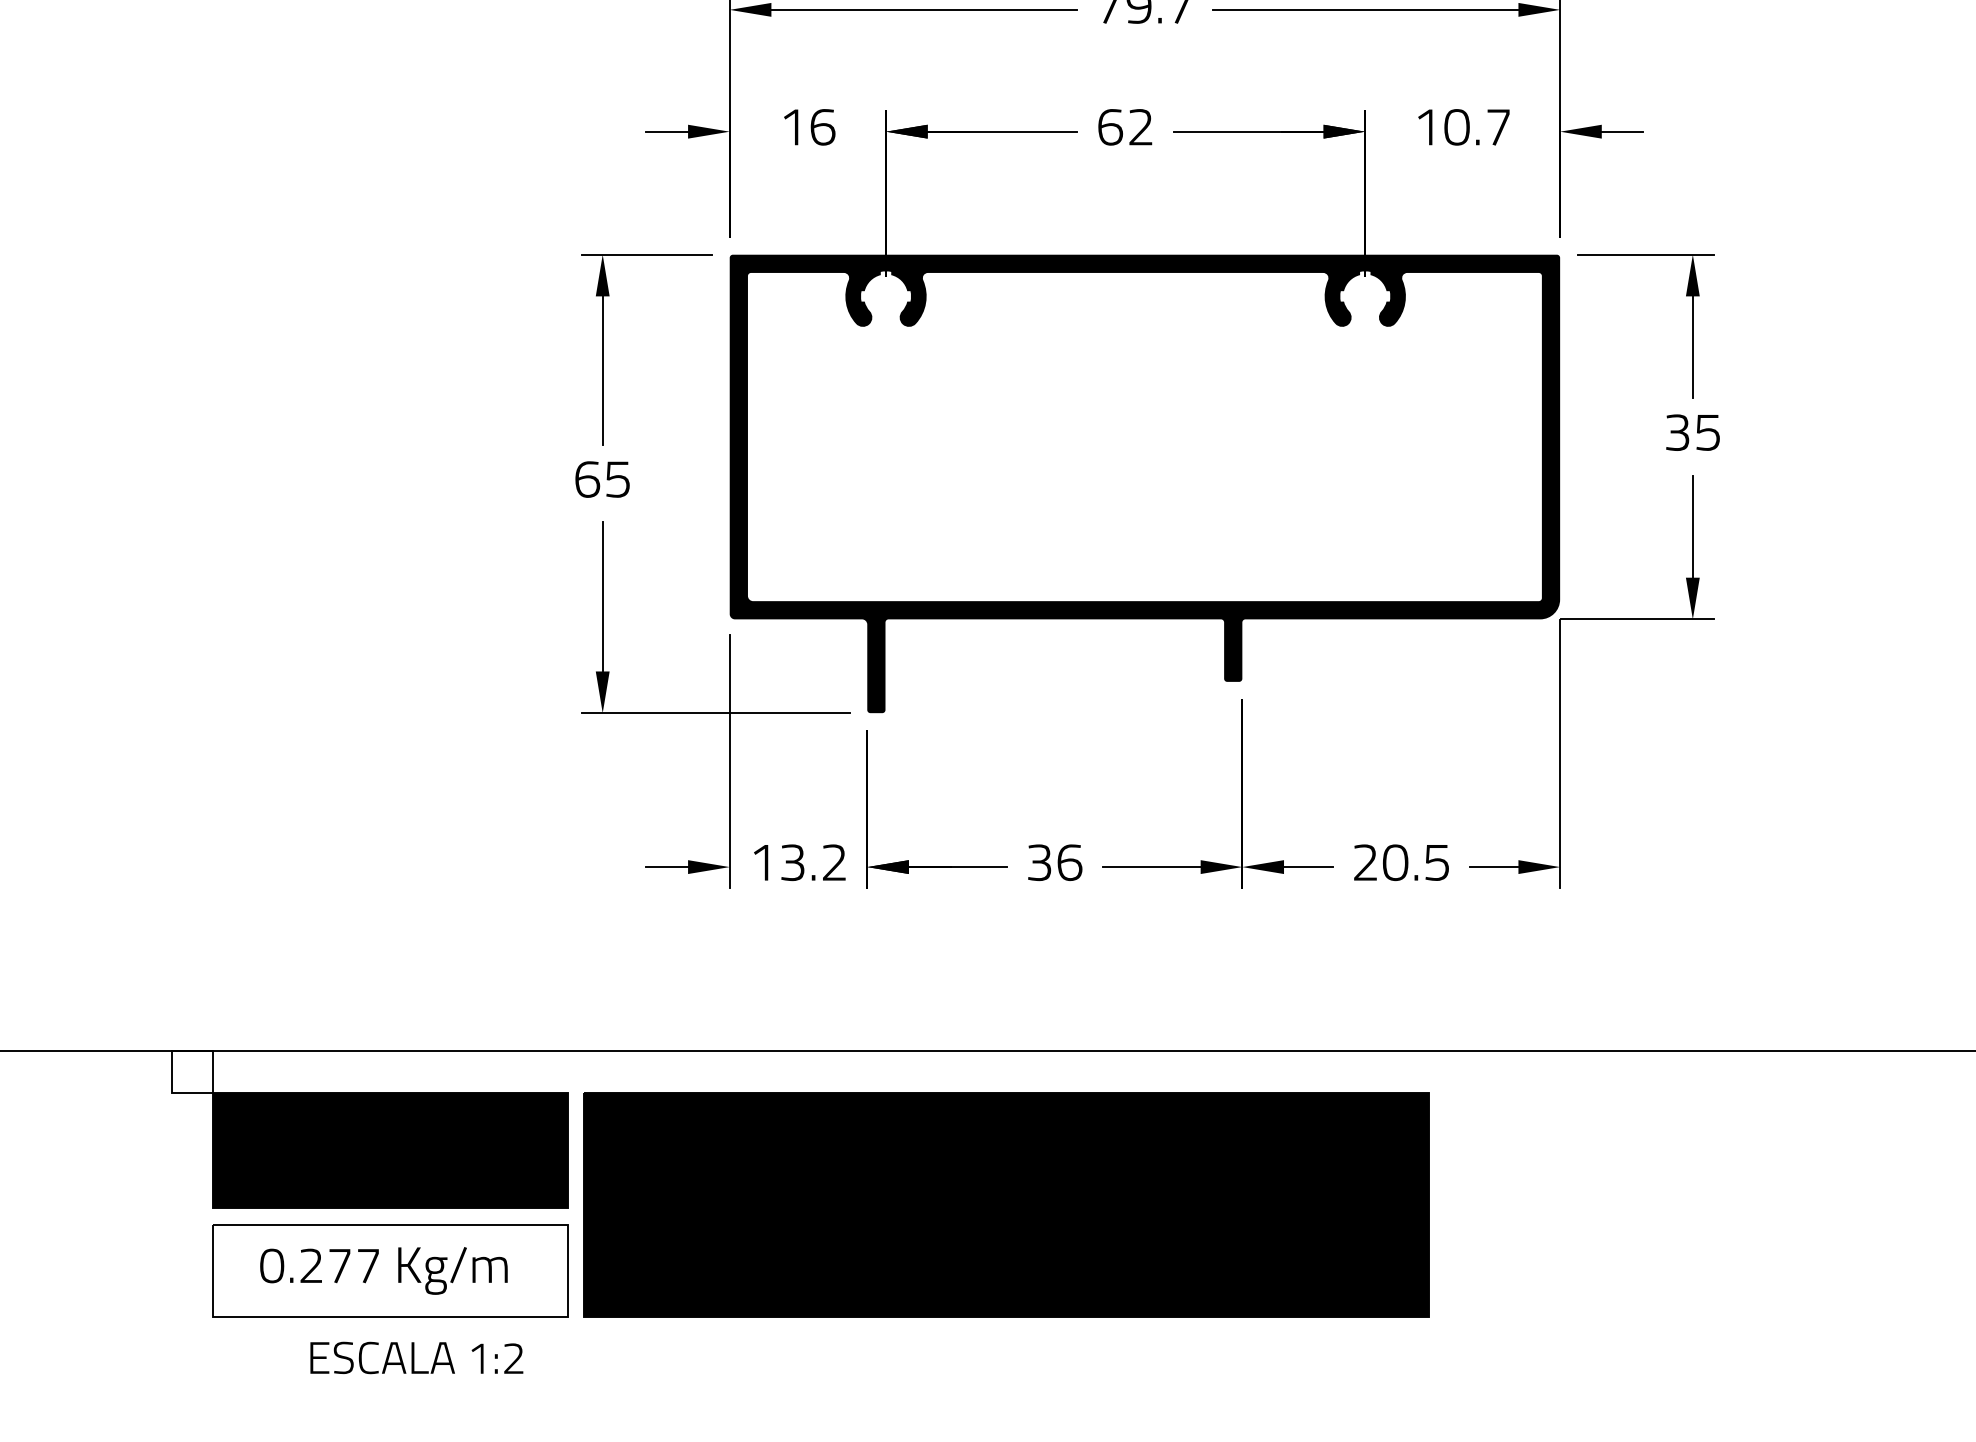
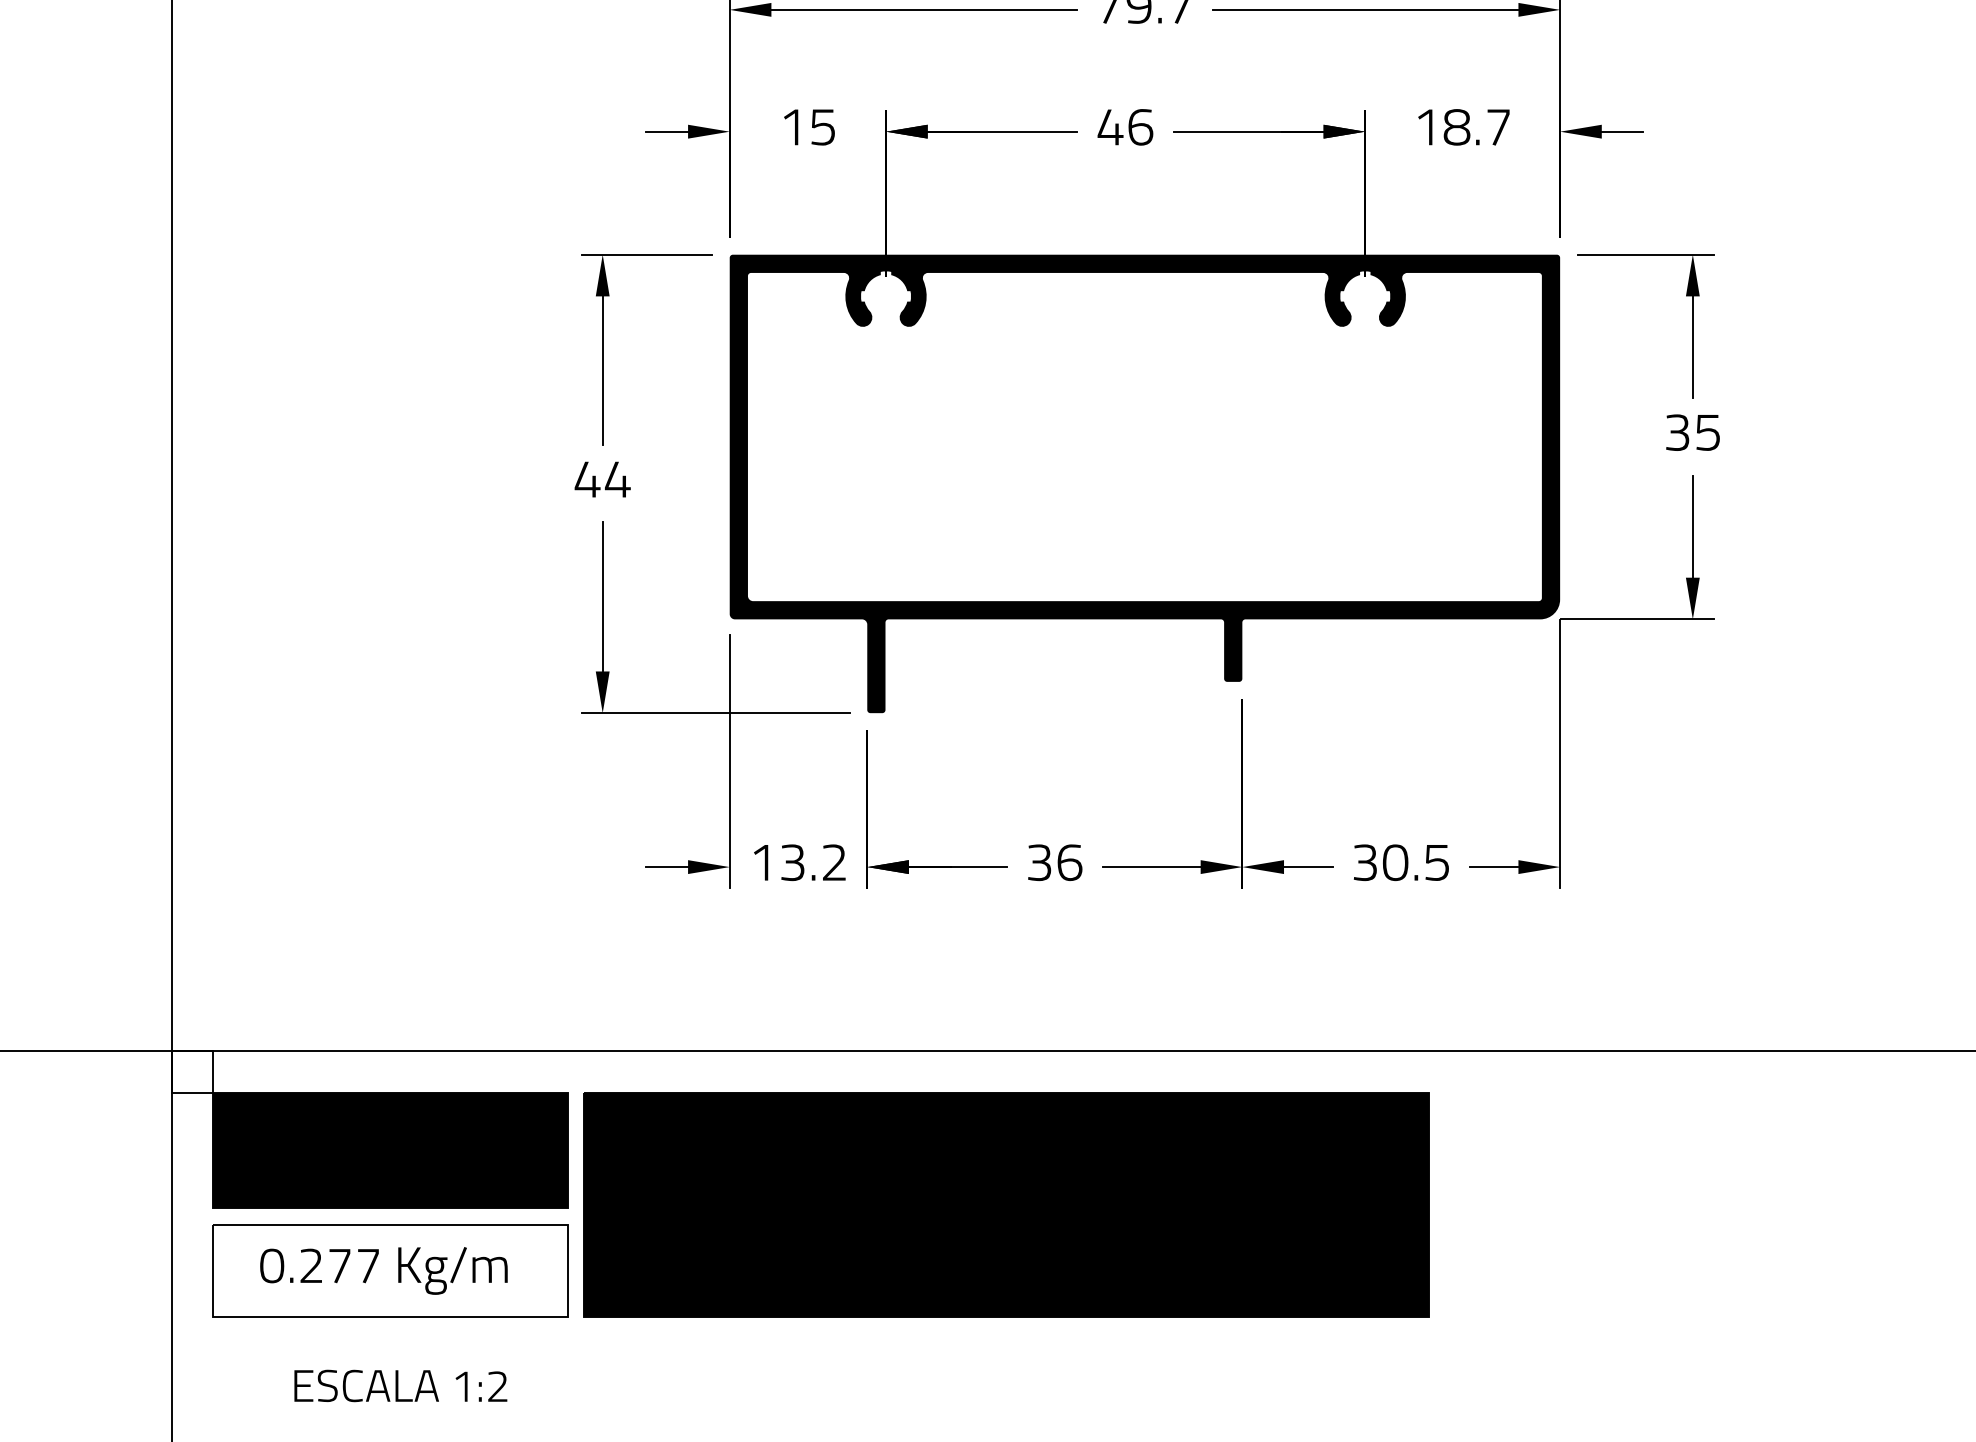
text at (822, 127): 16 -> 15
text at (1125, 127): 62 -> 46
text at (1456, 127): 10.7 -> 18.7
text at (602, 479): 65 -> 44
line at (171, 720): none -> present
text at (1364, 862): 20.5 -> 30.5
text at (416, 1357) position: (416, 1357) -> (400, 1385)
